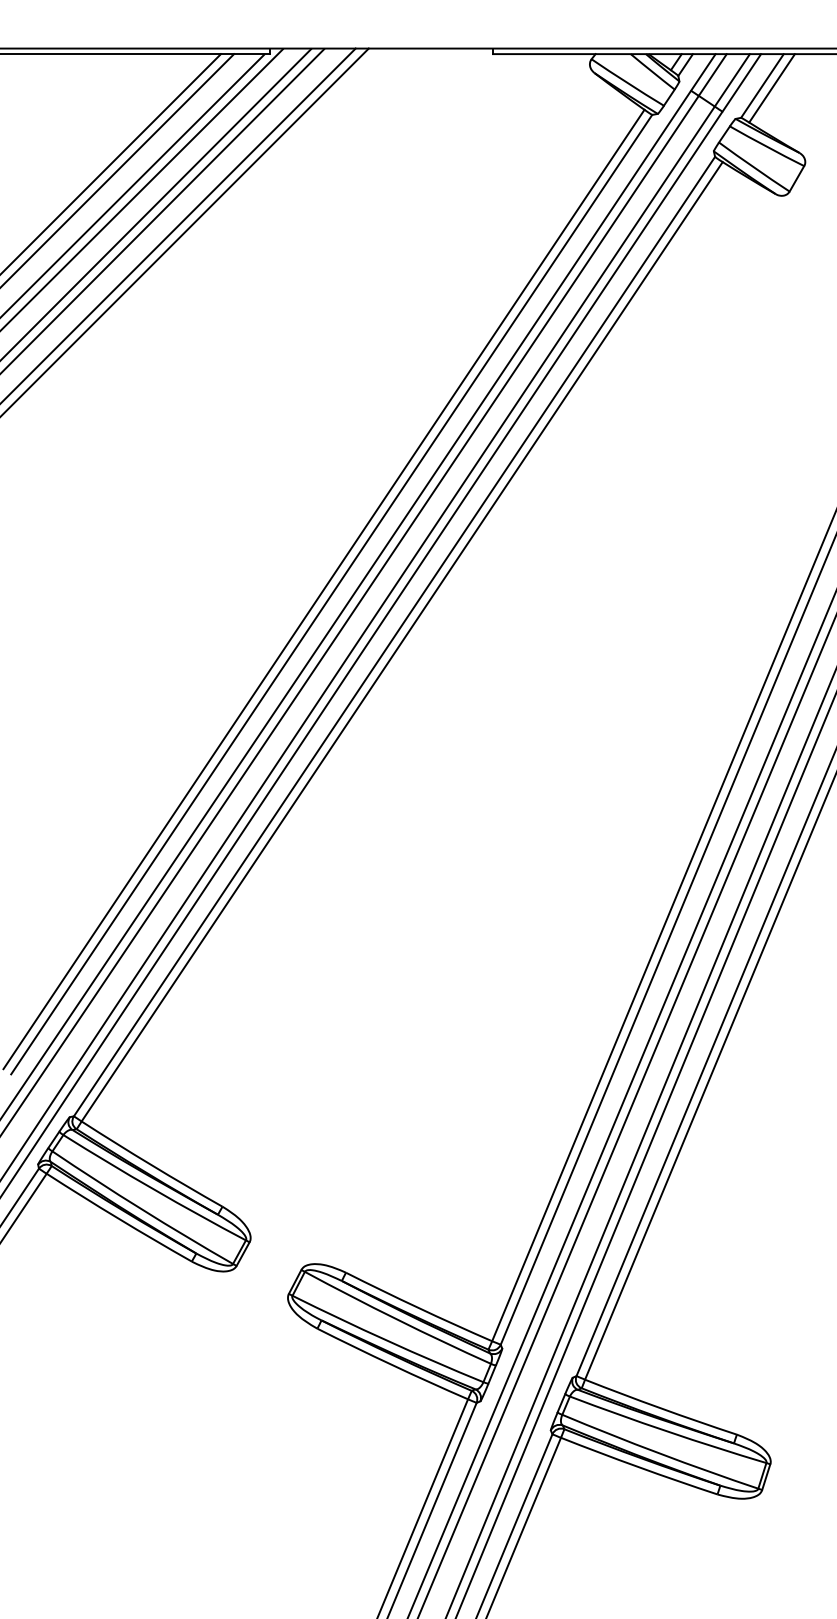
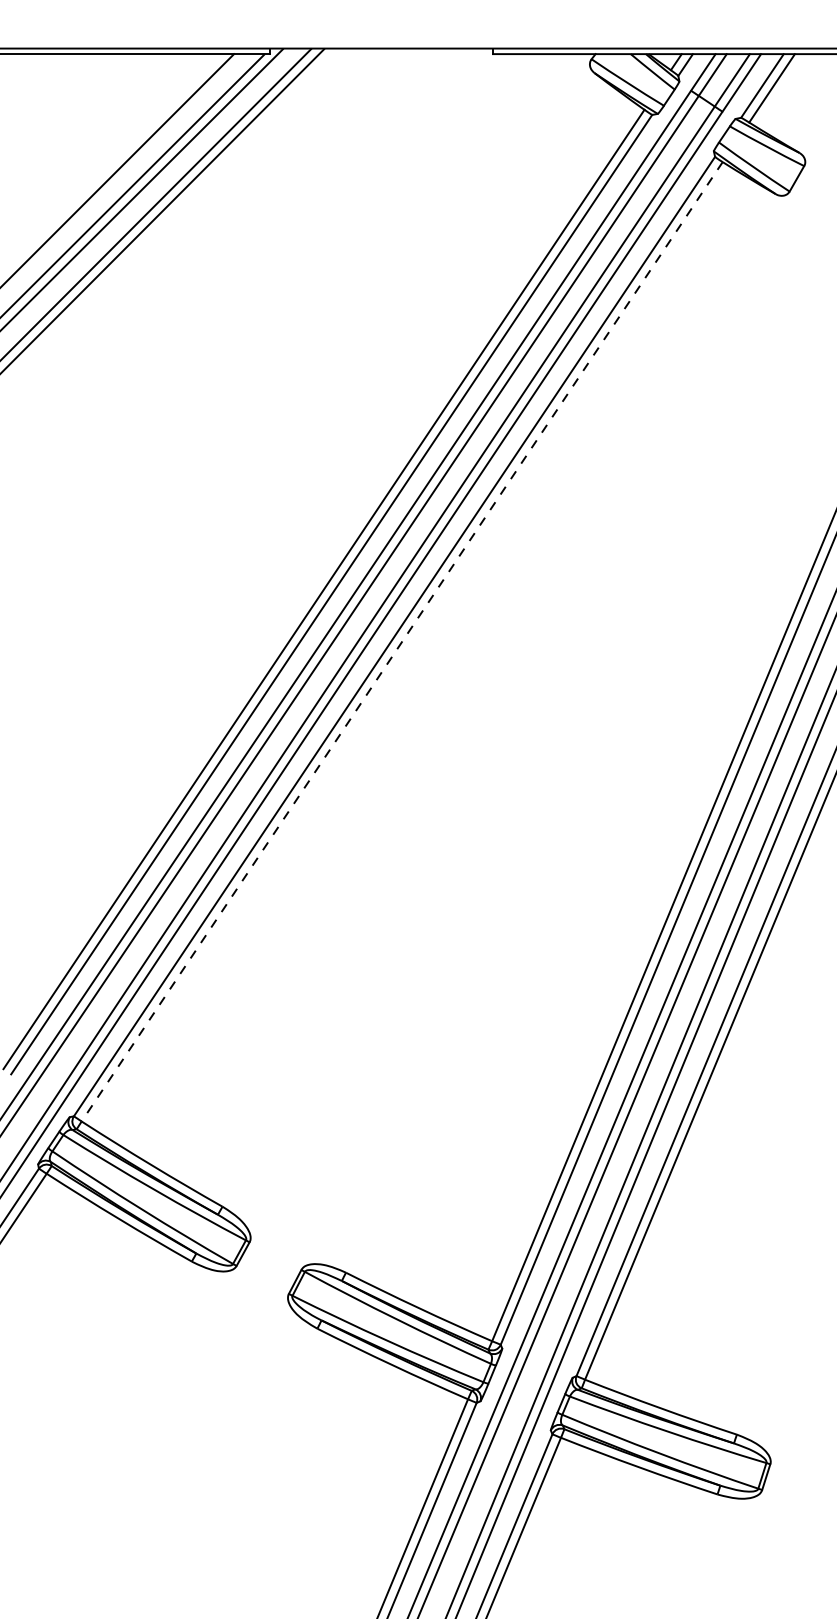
line at (111, 163): present -> none
line at (178, 224): present -> none
line at (185, 231): present -> none
line at (402, 641): solid -> dashed
